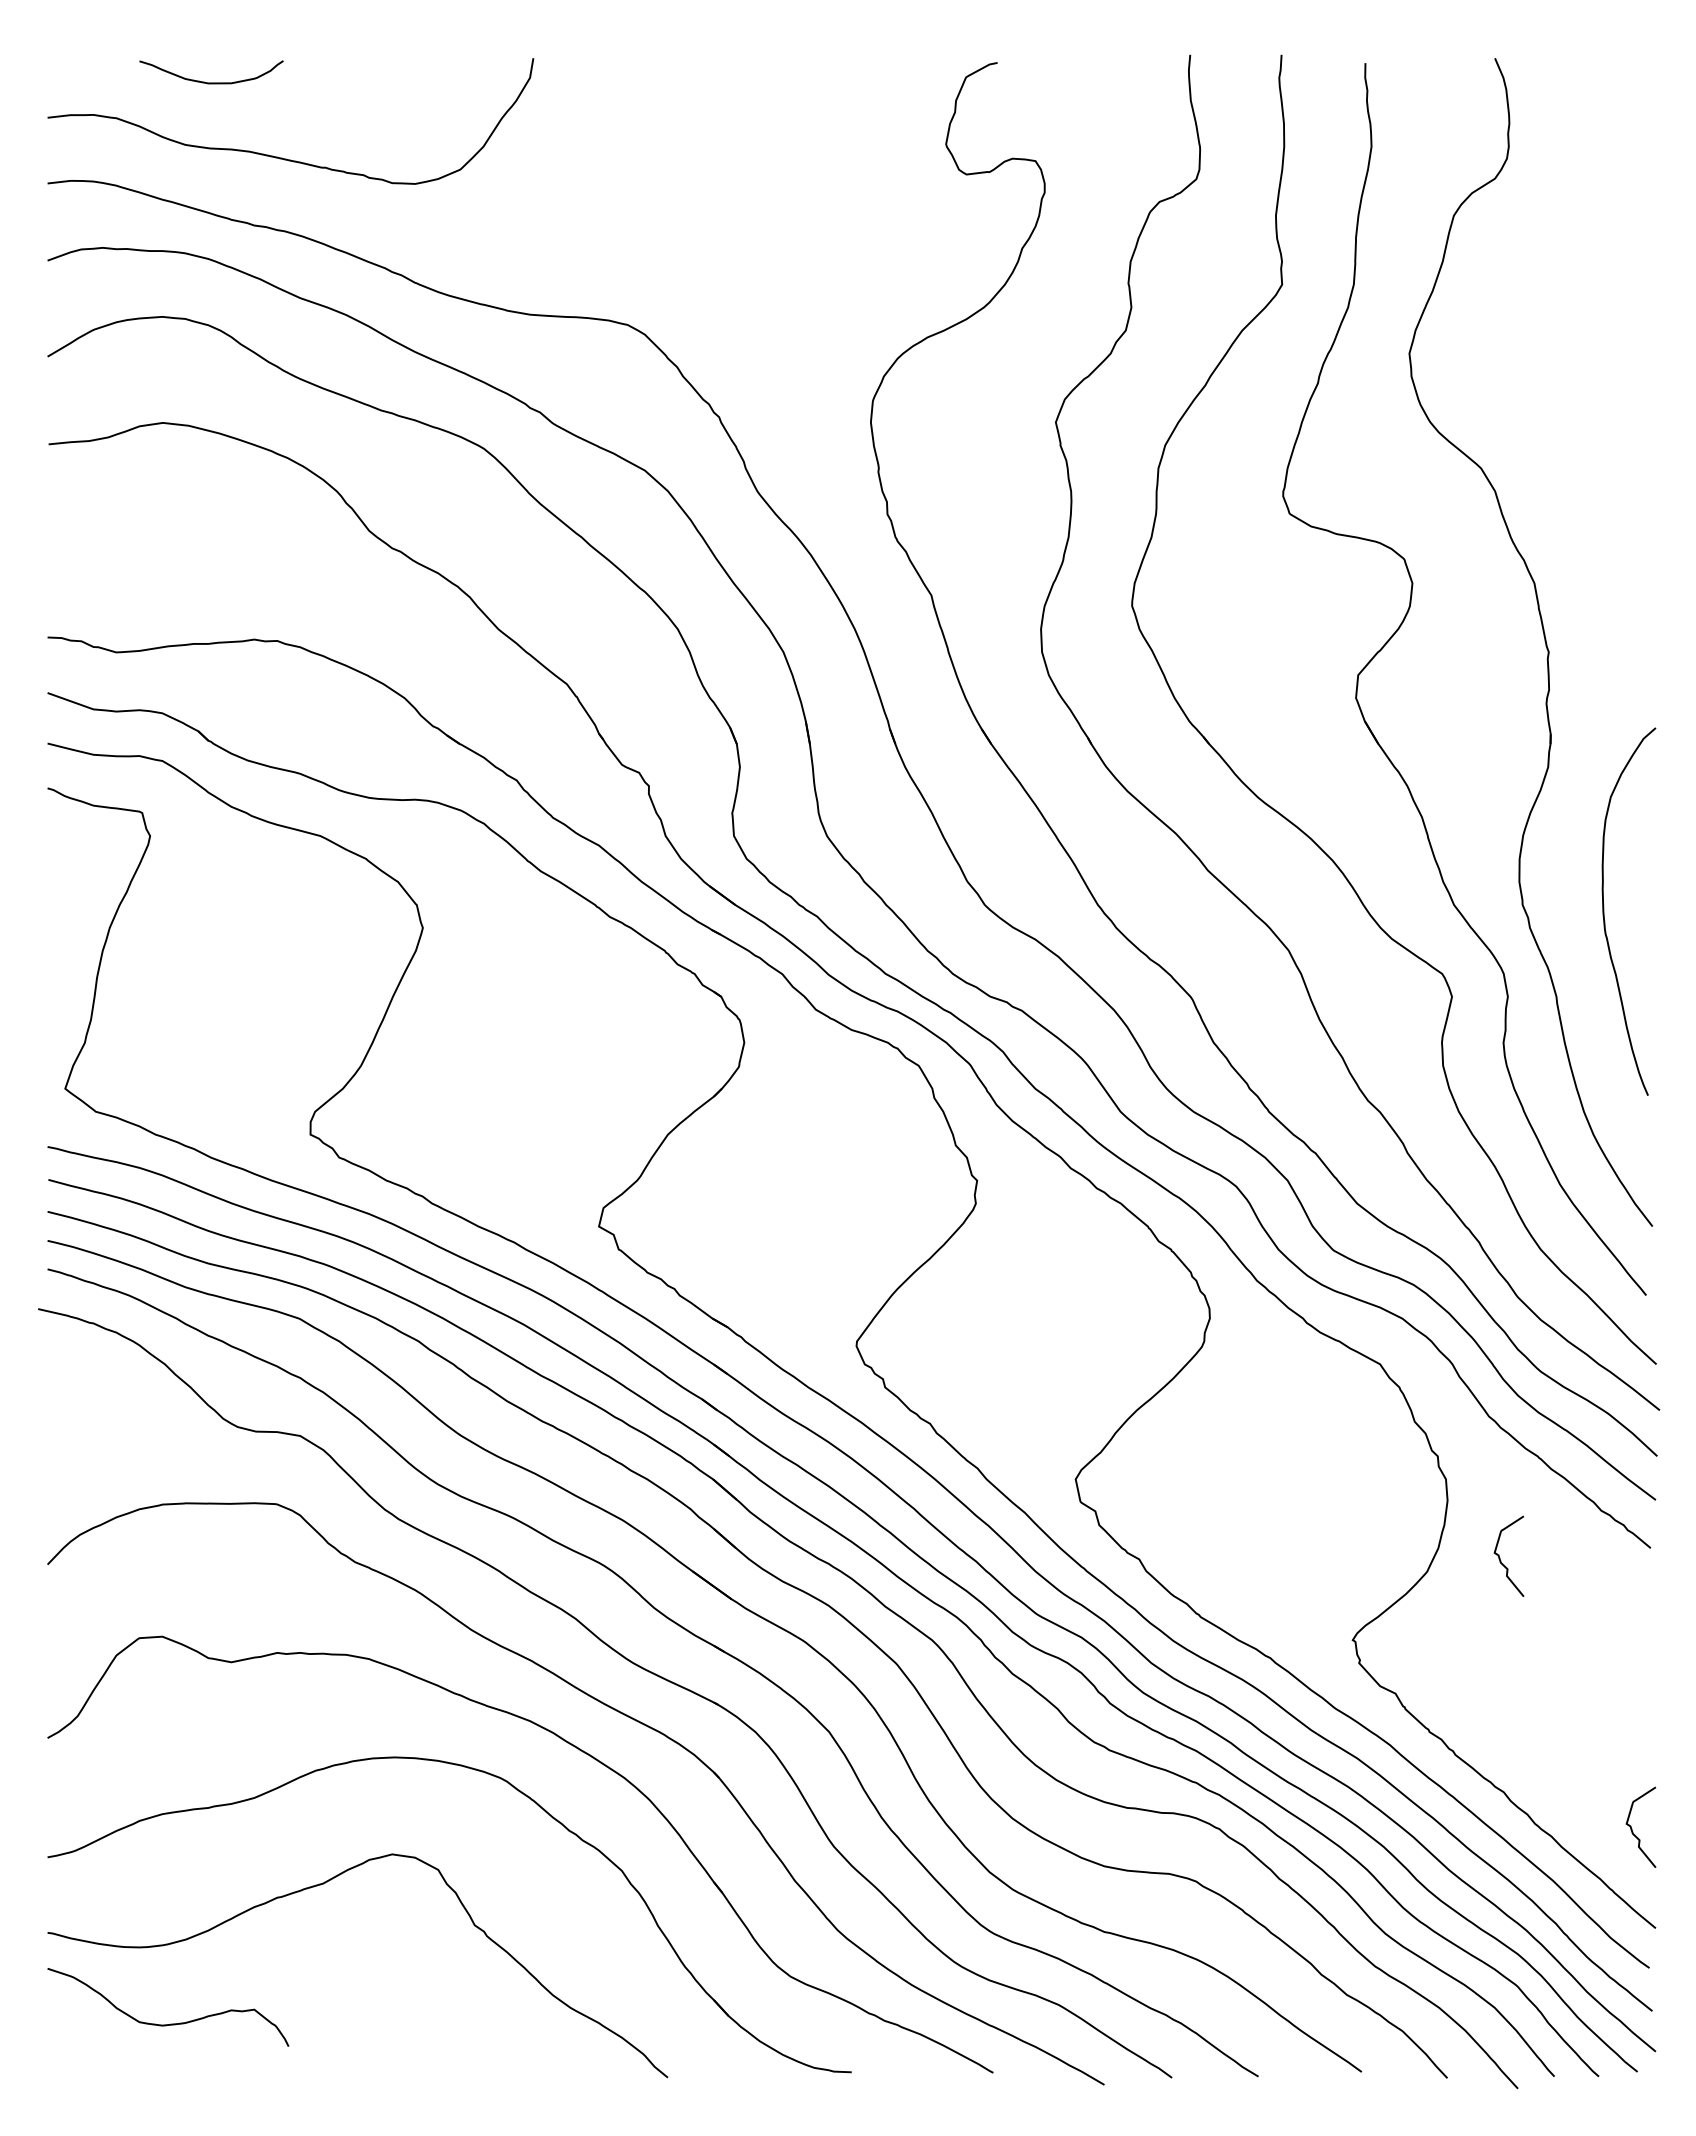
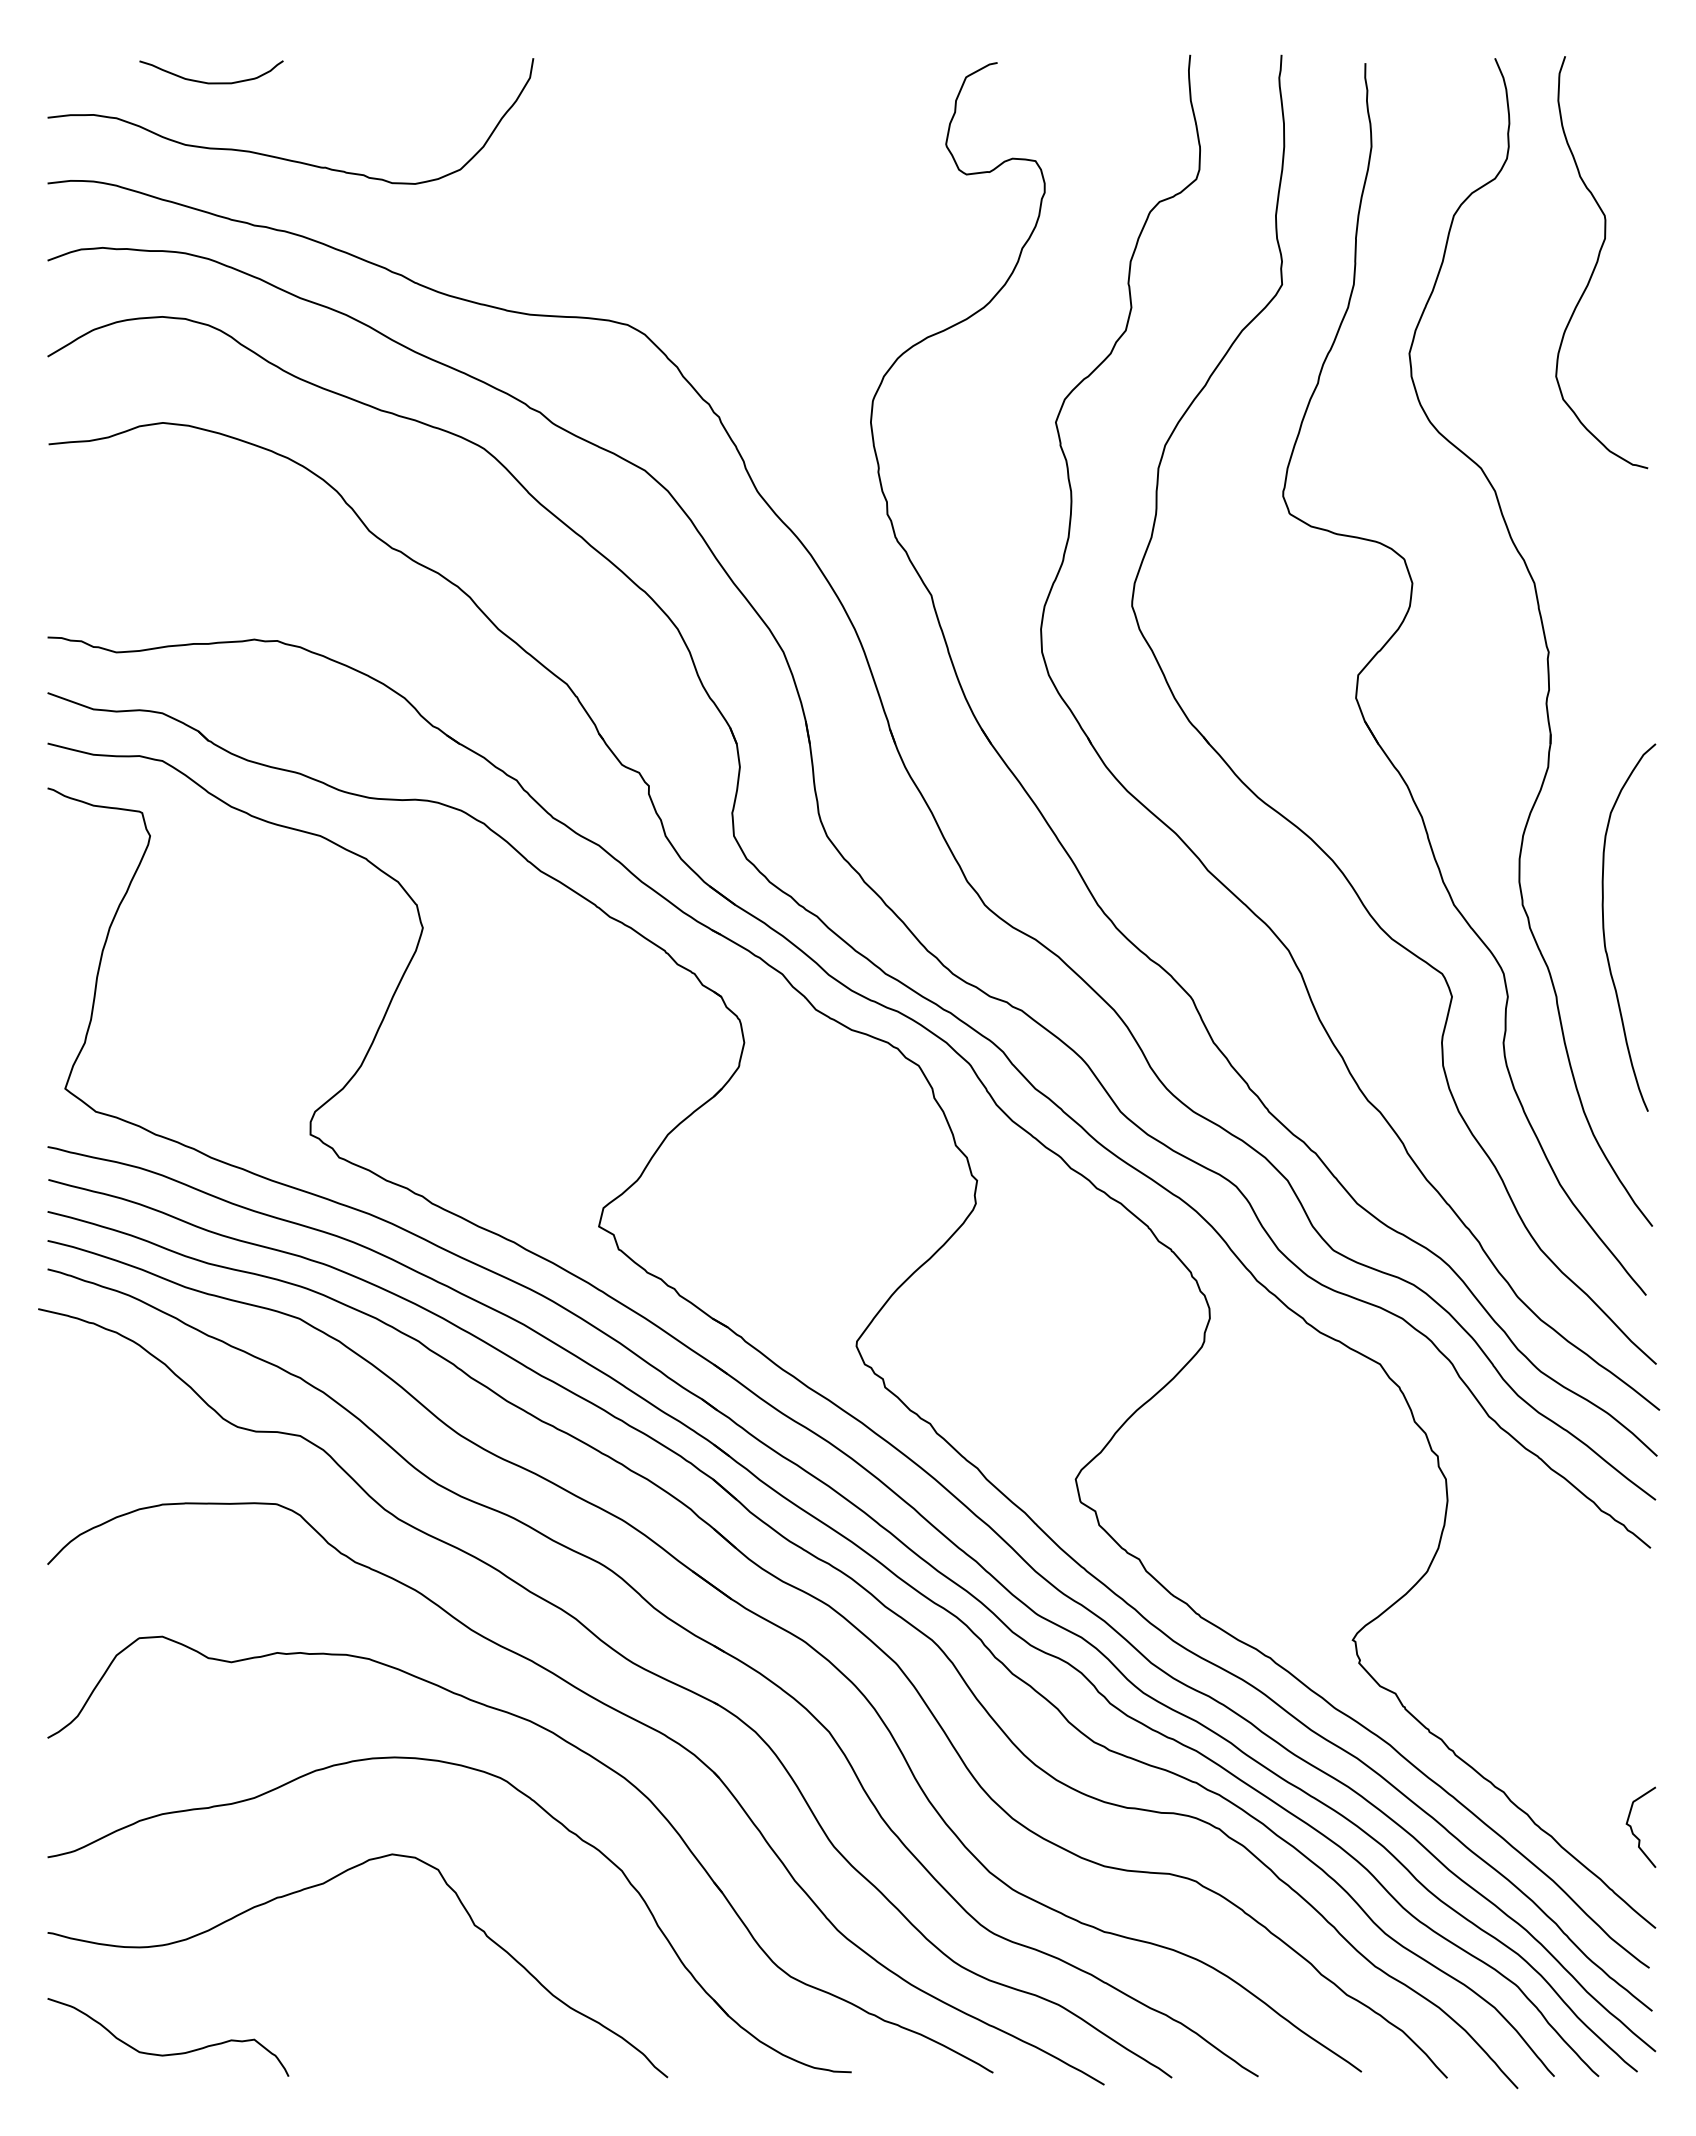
curve at (1598, 261): none -> present
curve at (1604, 911) position: (1604, 911) -> (1604, 927)
curve at (1500, 1557): present -> none
curve at (170, 2023) position: (170, 2023) -> (170, 2053)
